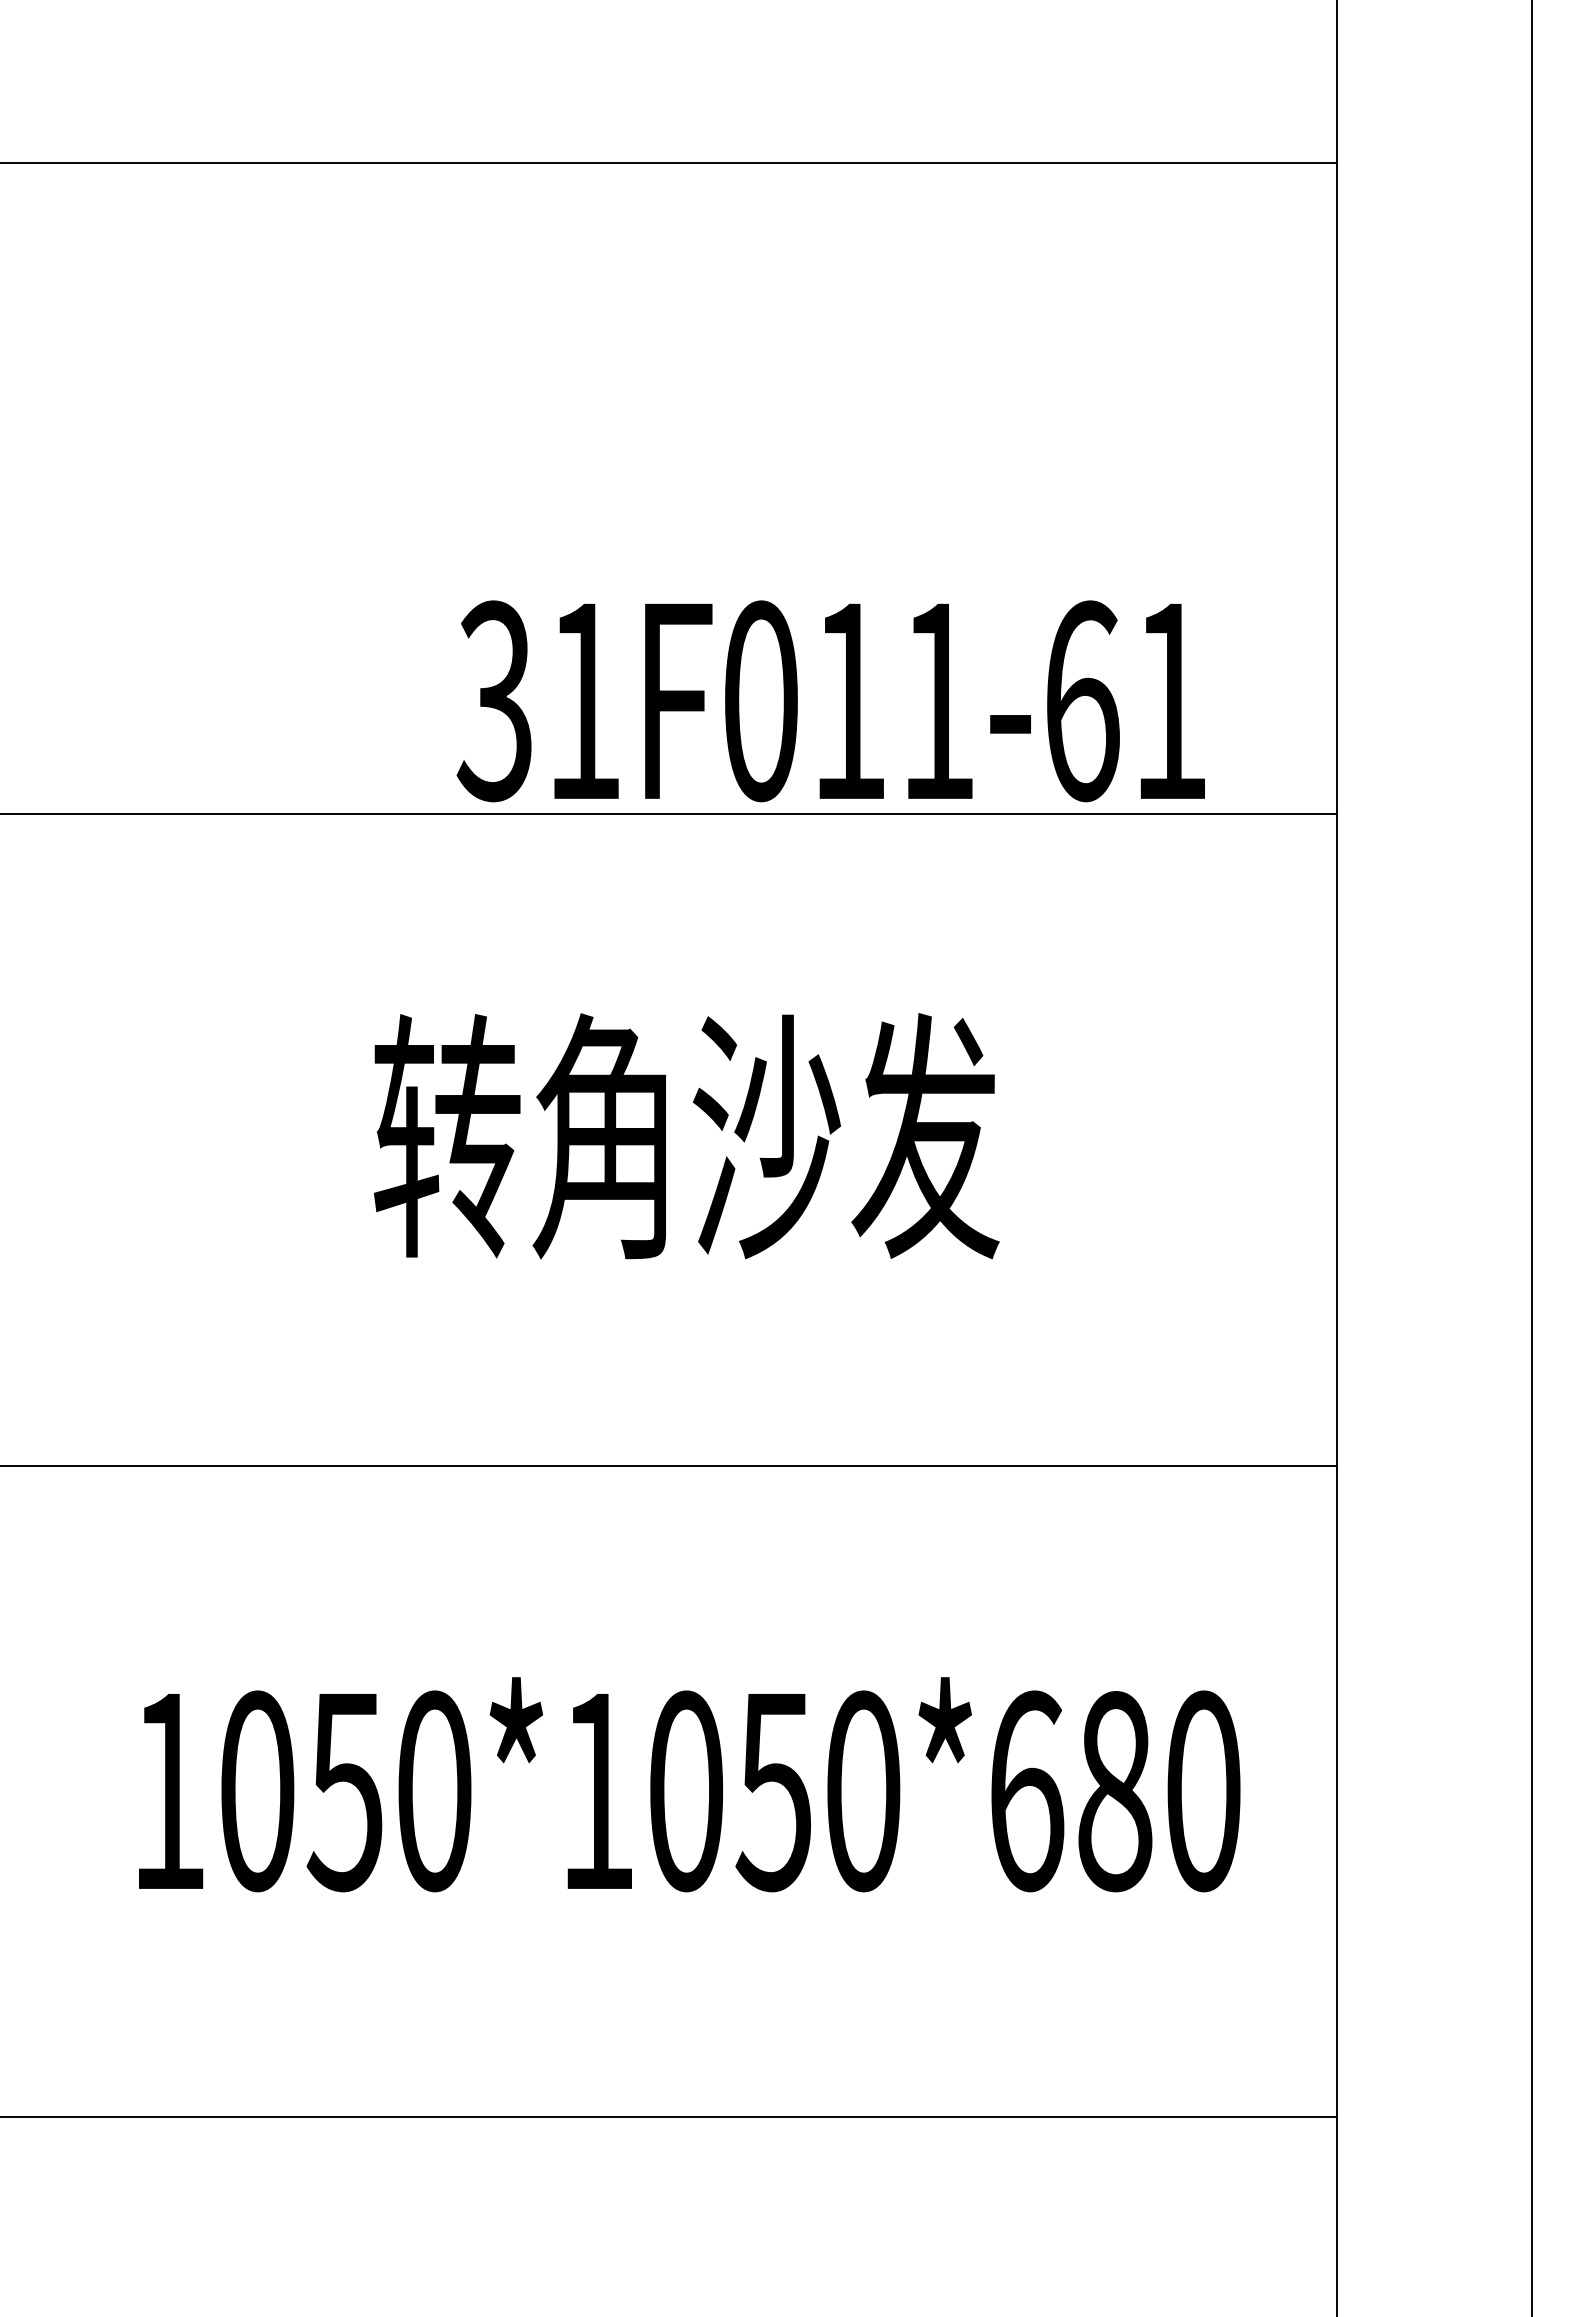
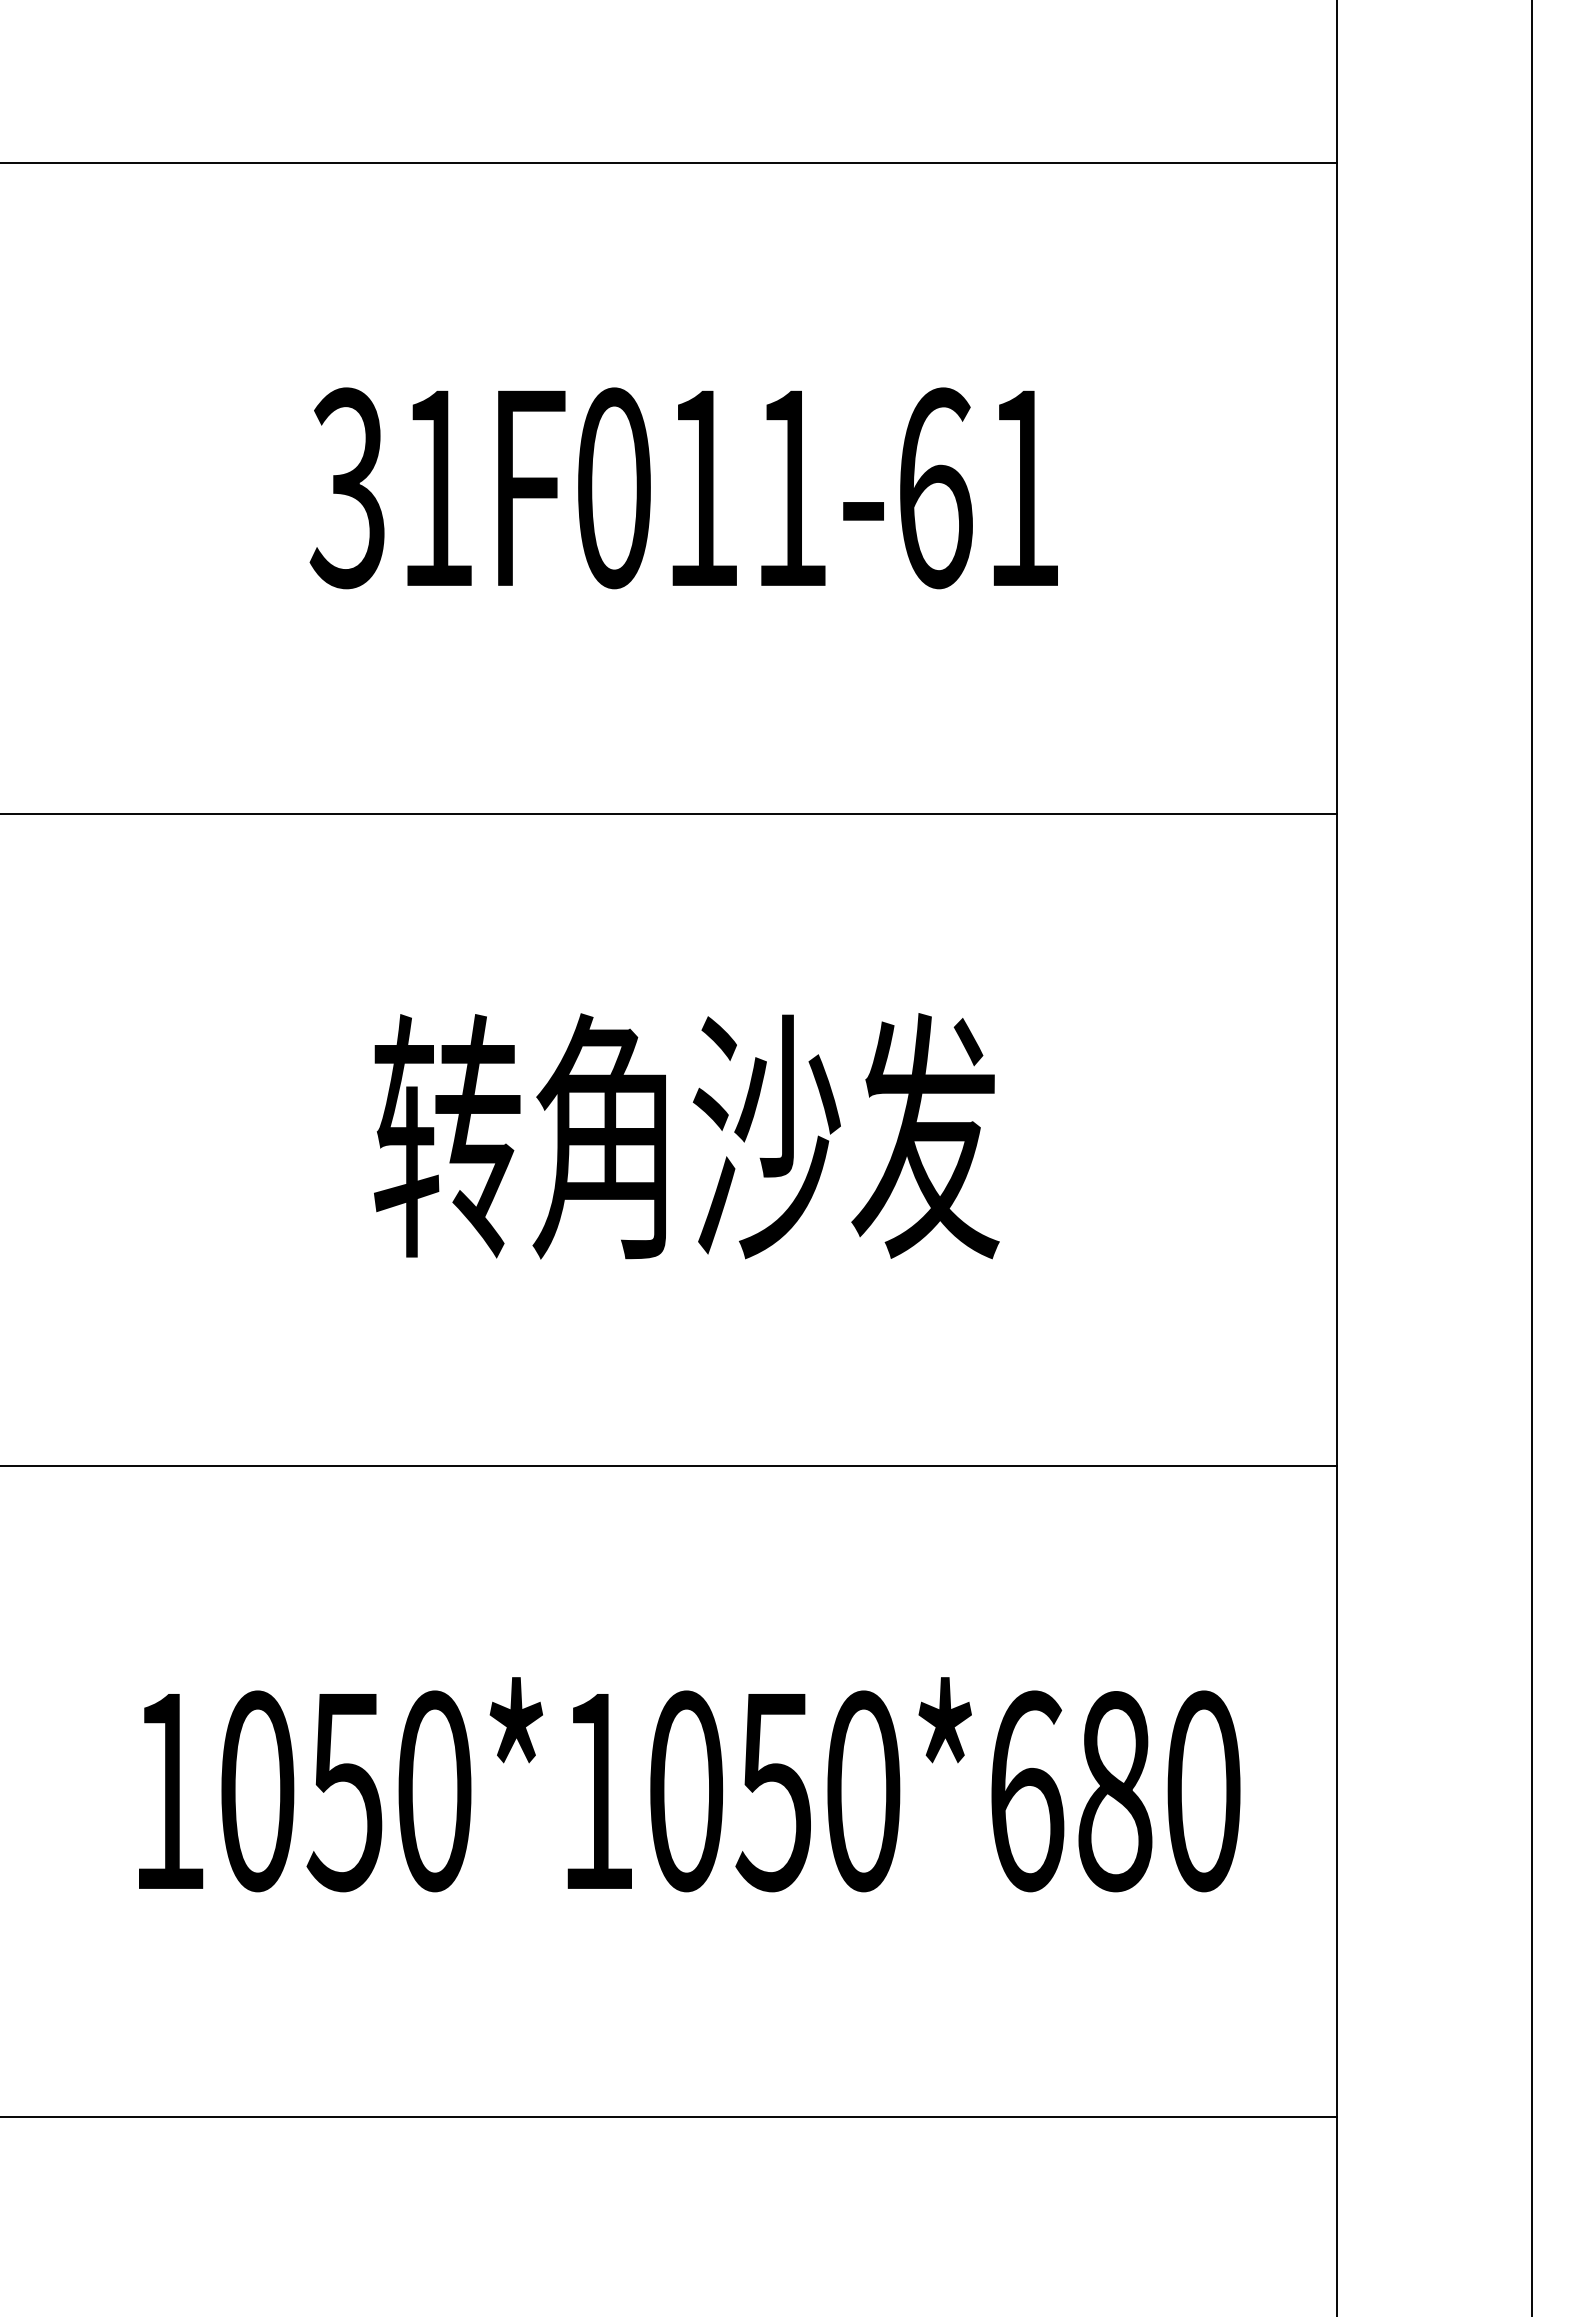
text at (830, 701) position: (830, 701) -> (683, 488)
